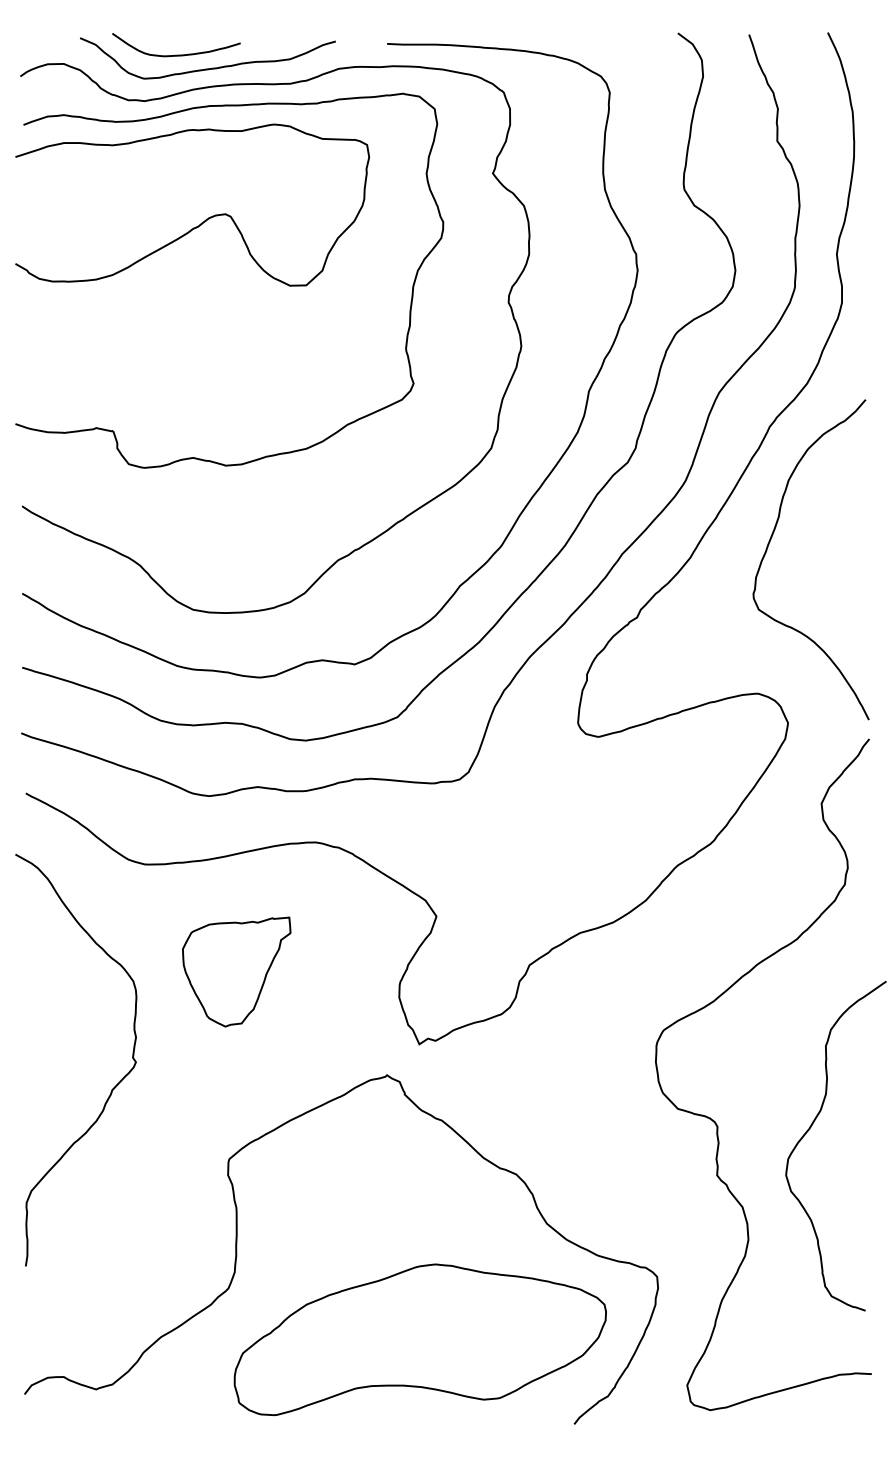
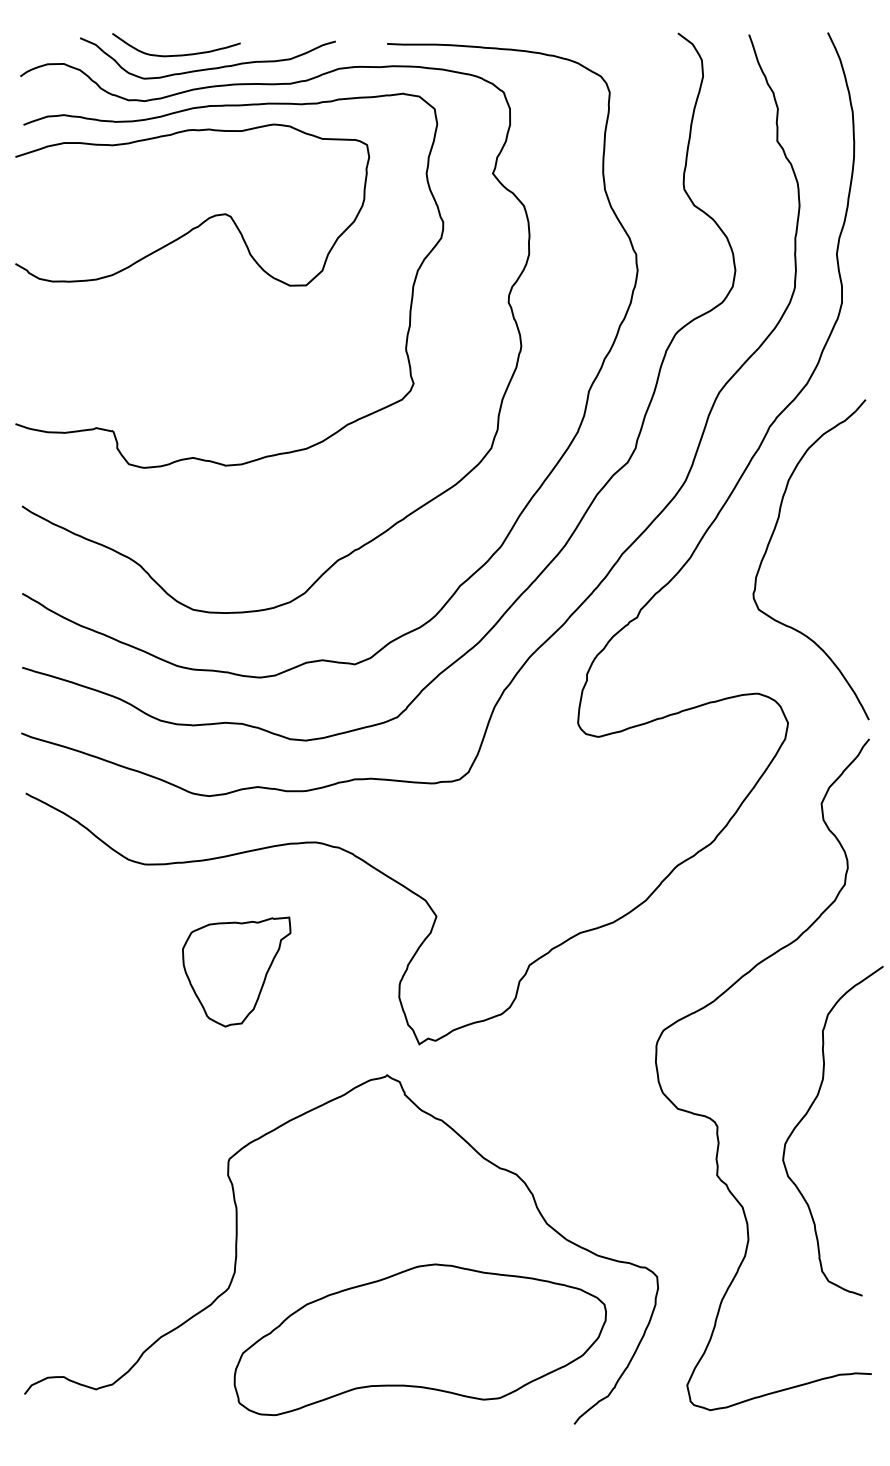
curve at (111, 1089): present -> none
curve at (810, 1129) position: (810, 1129) -> (807, 1114)
